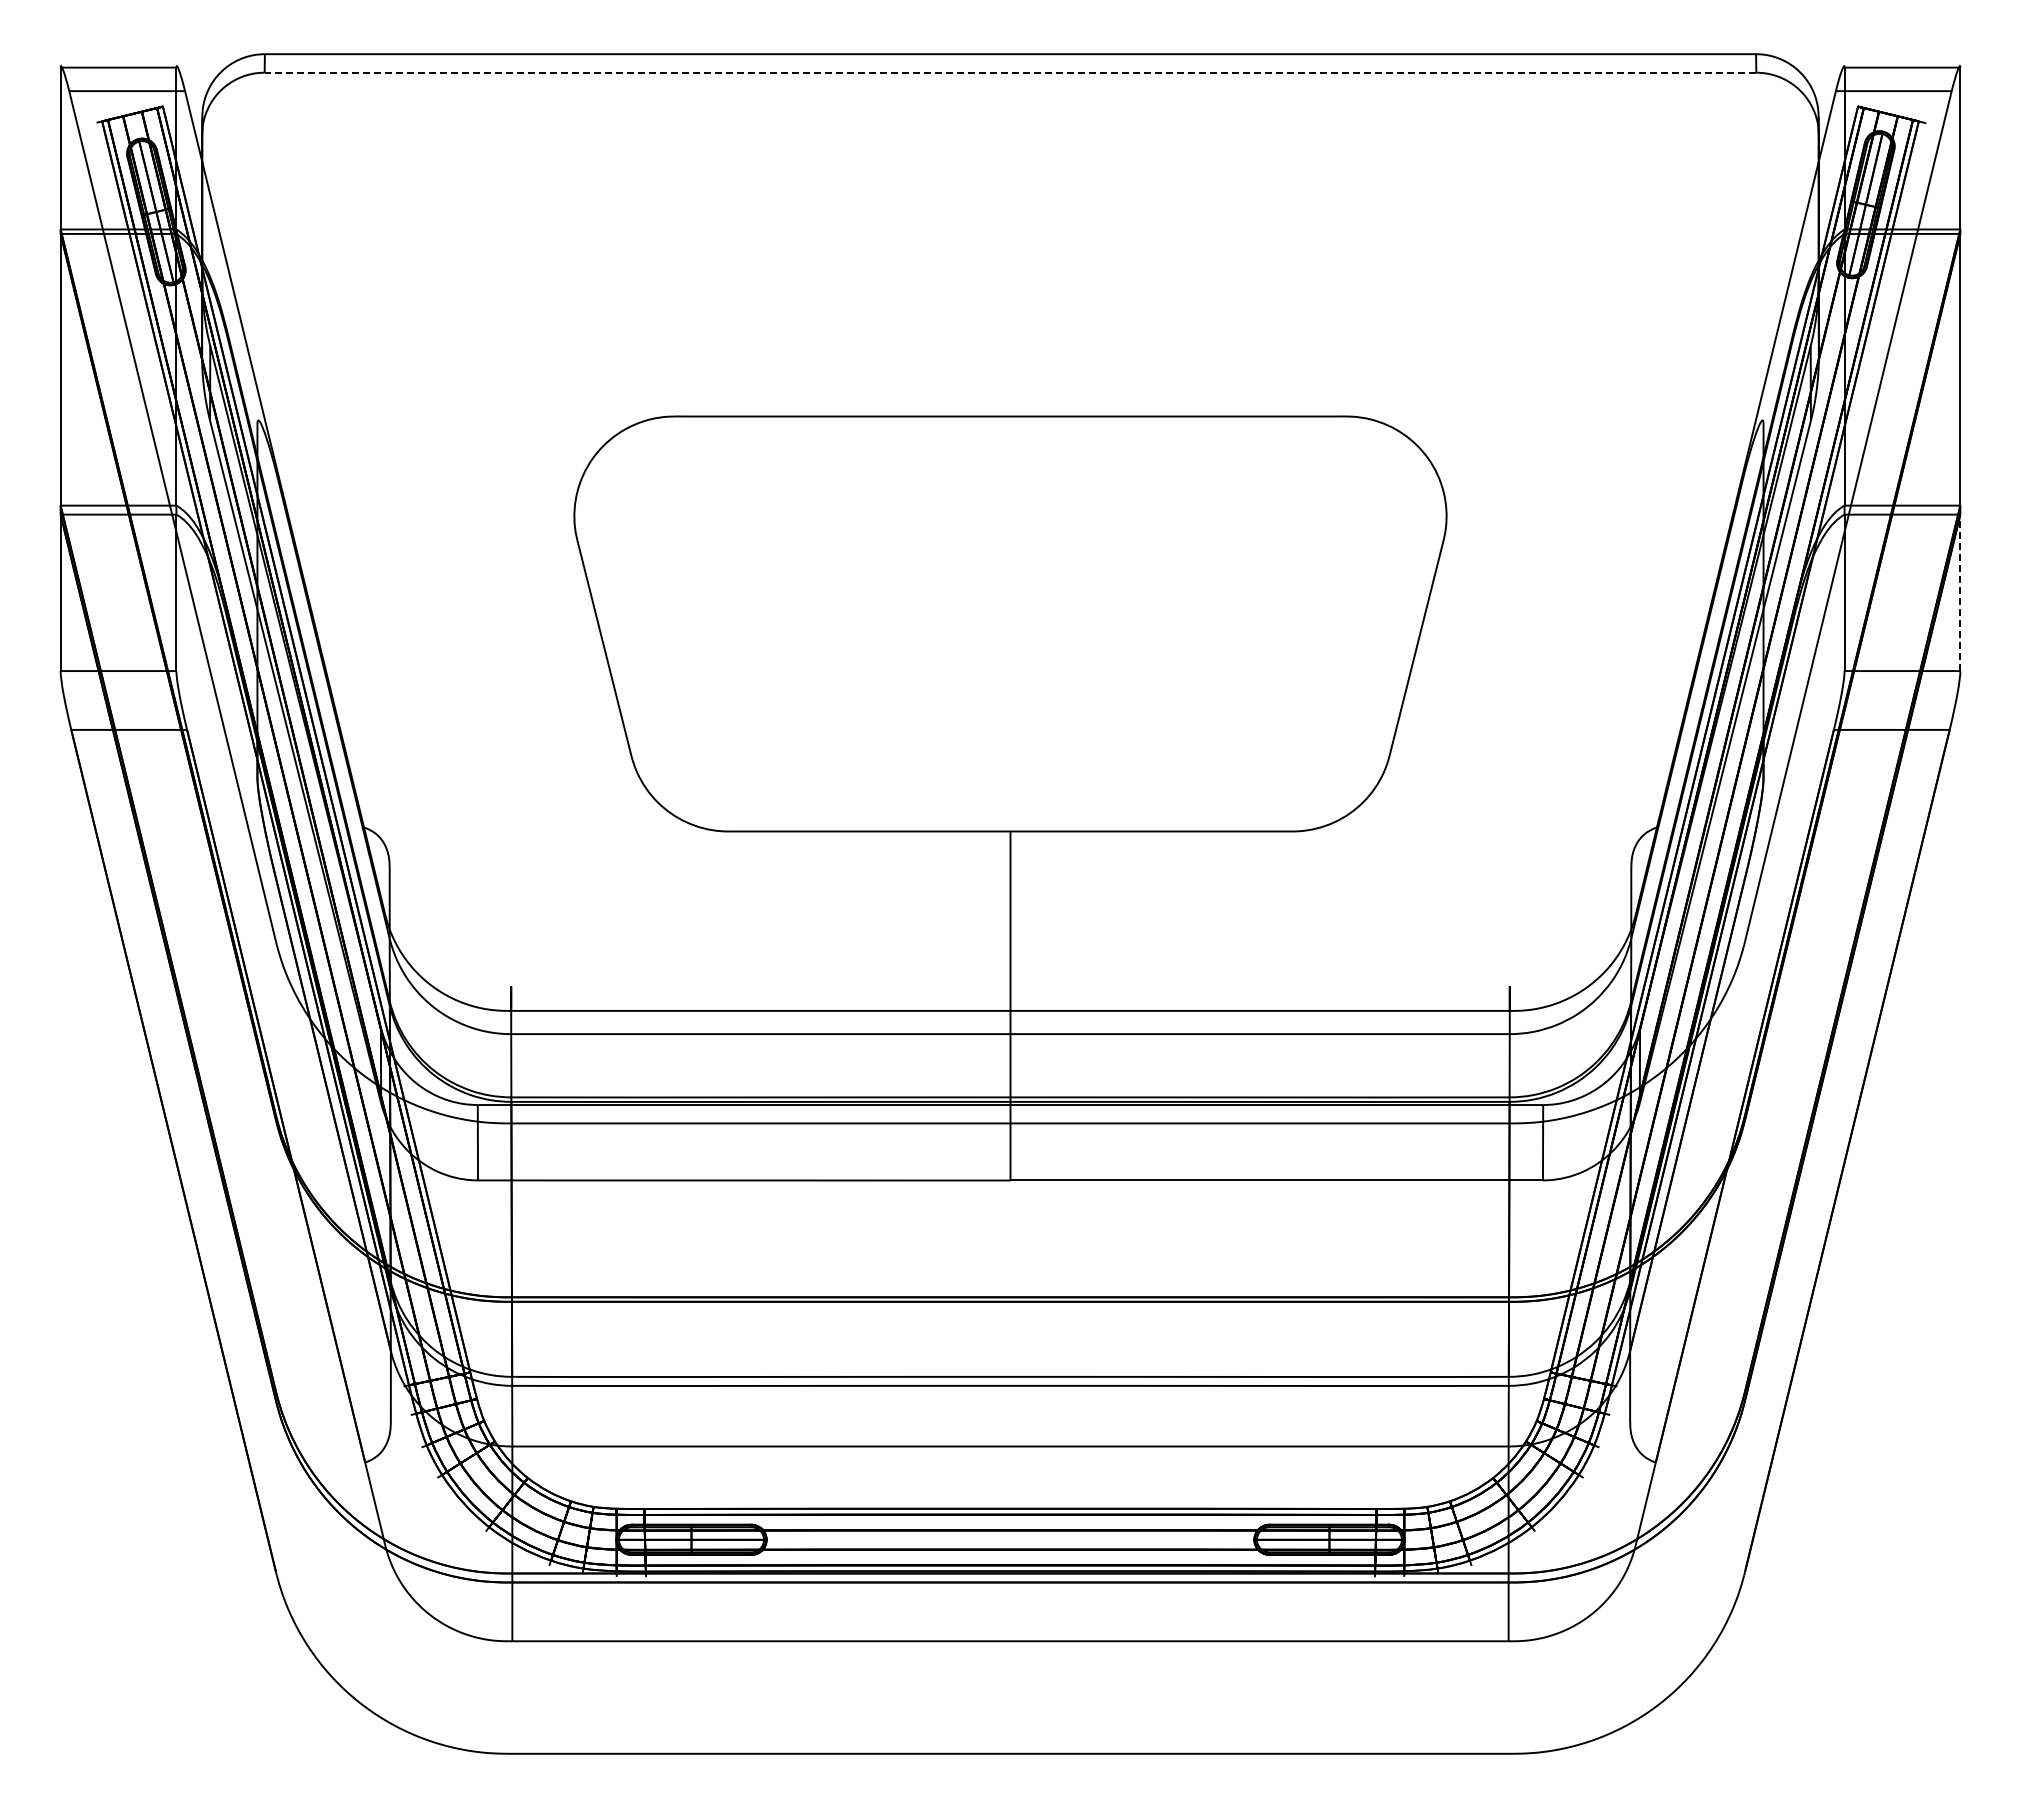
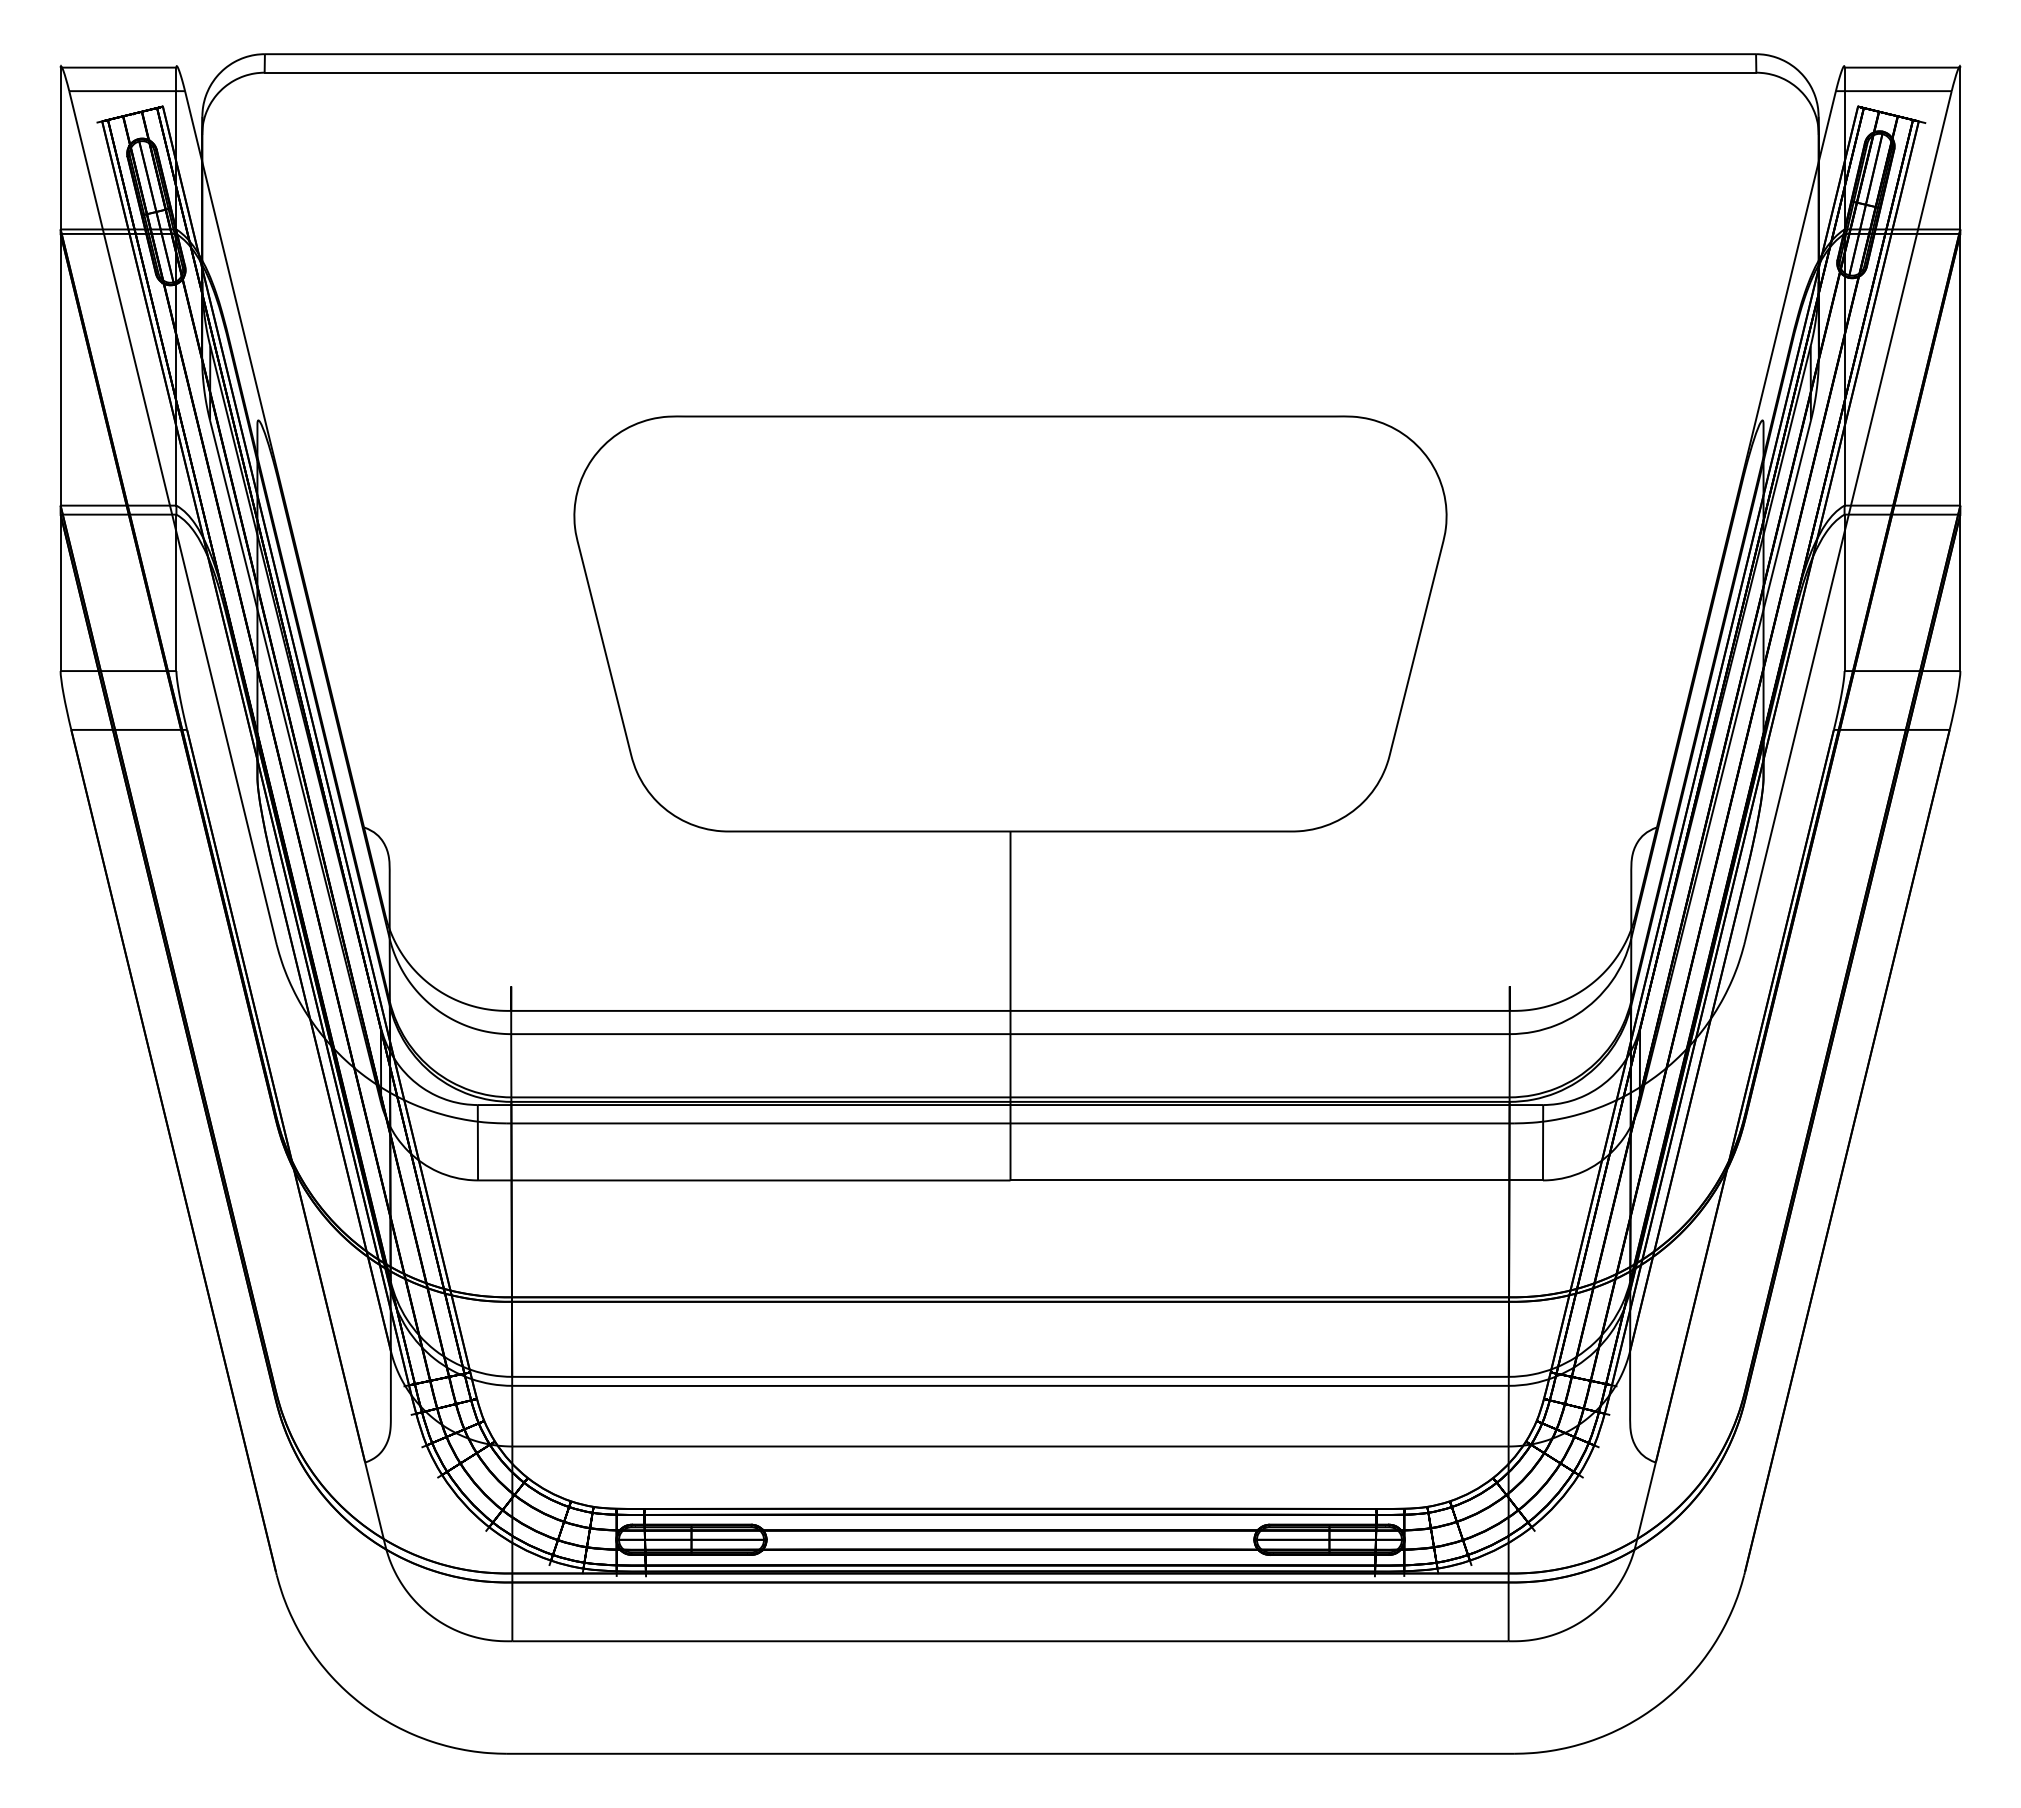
line at (1010, 72): dashed -> solid
line at (1960, 592): dashed -> solid
